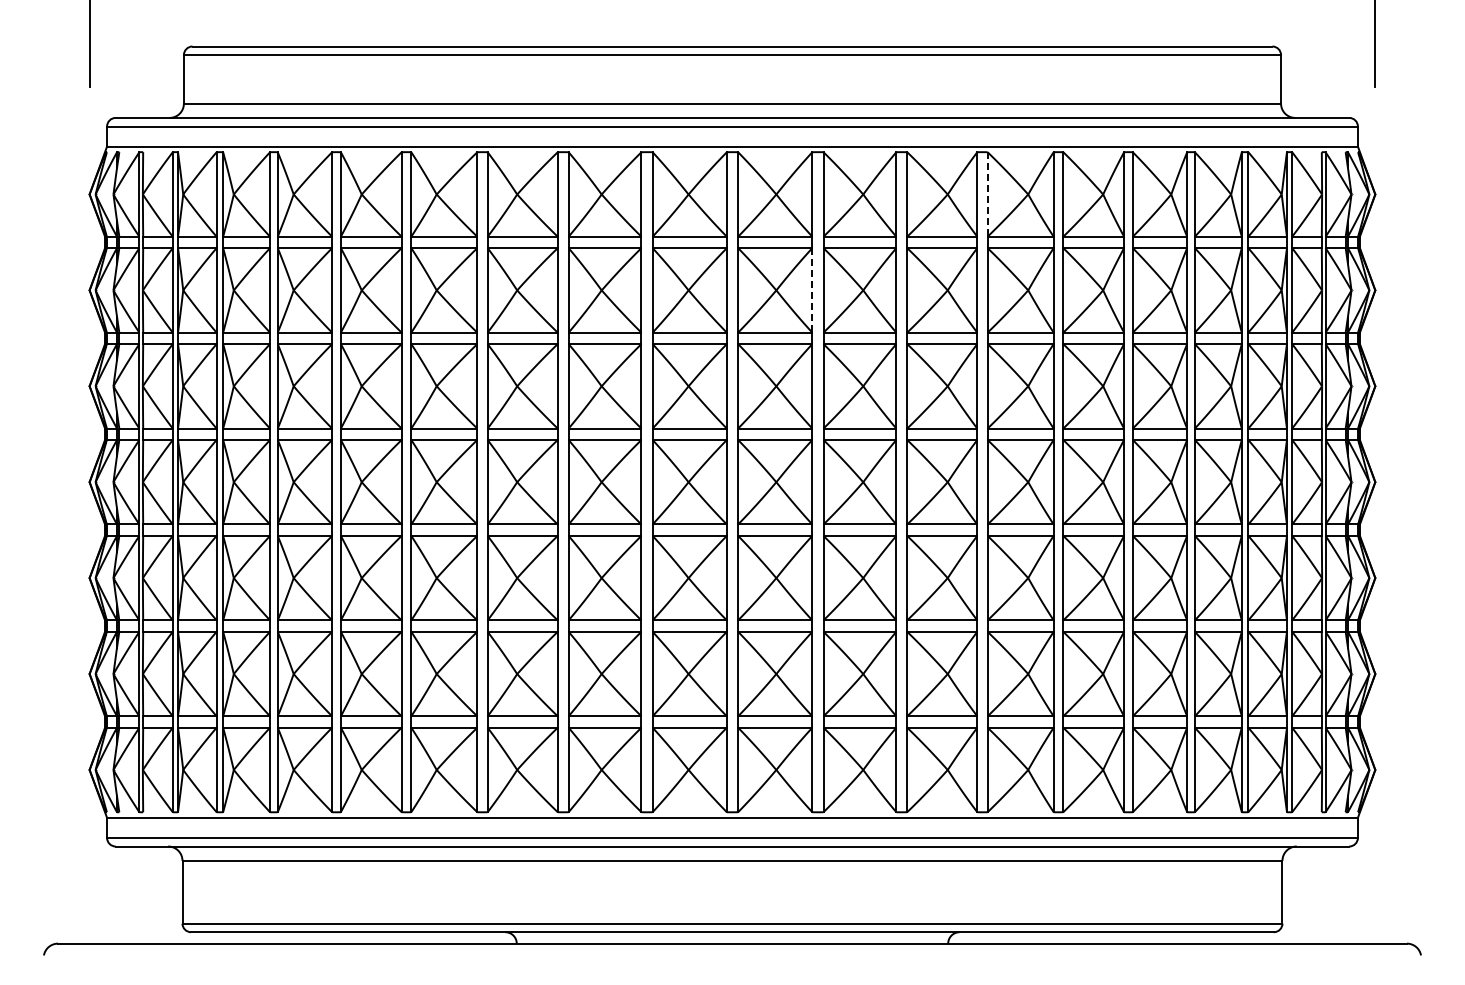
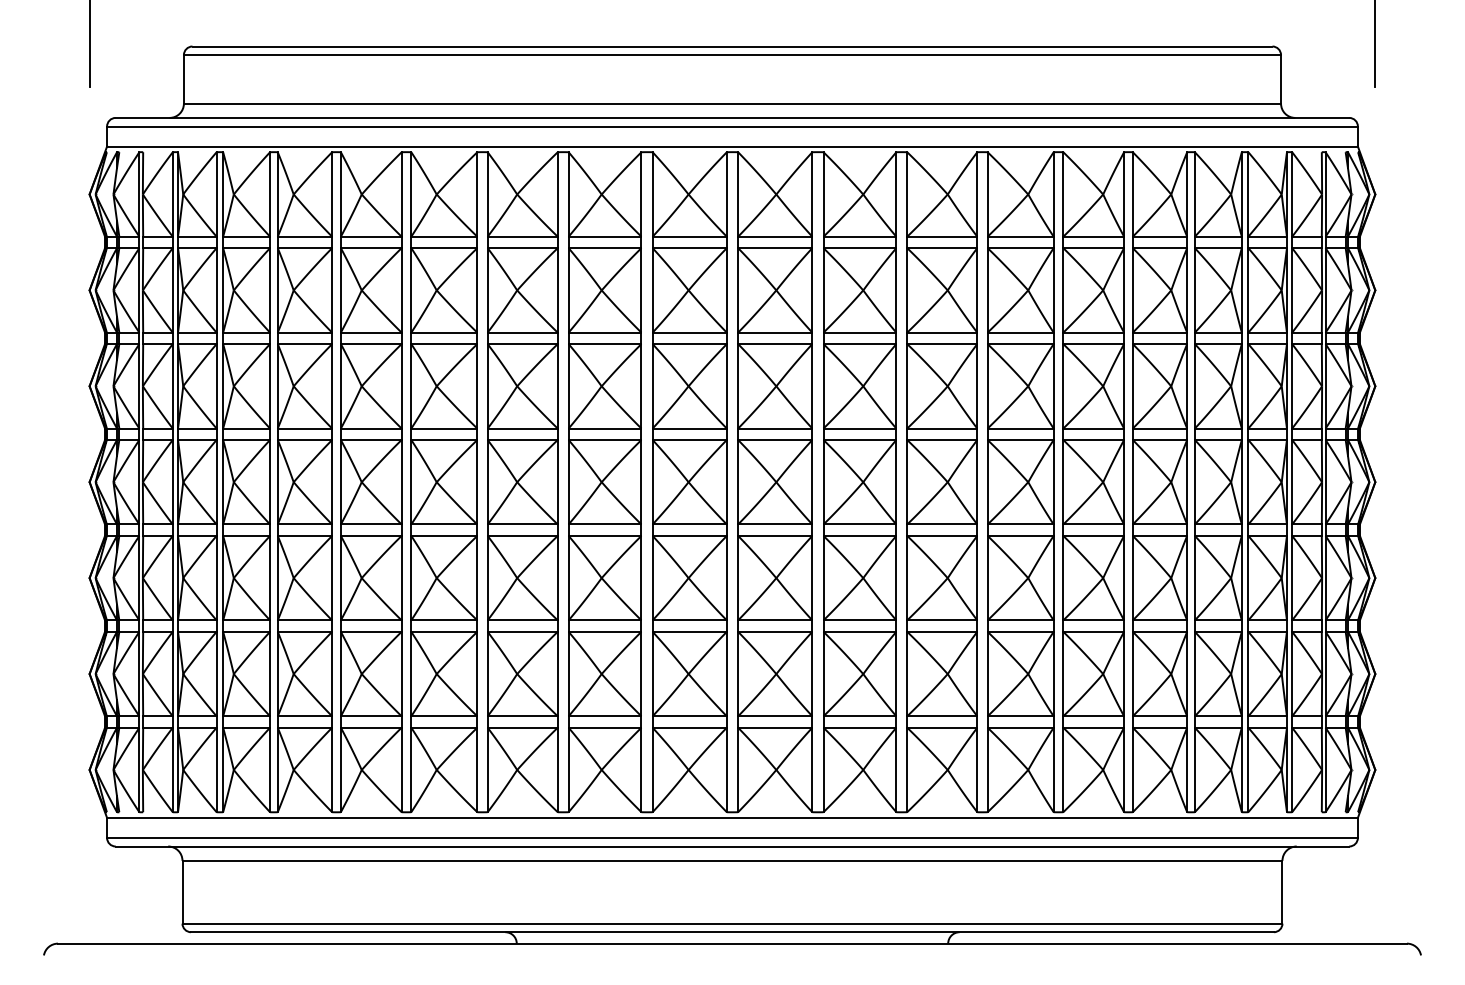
line at (987, 194): dashed -> solid
line at (812, 290): dashed -> solid
